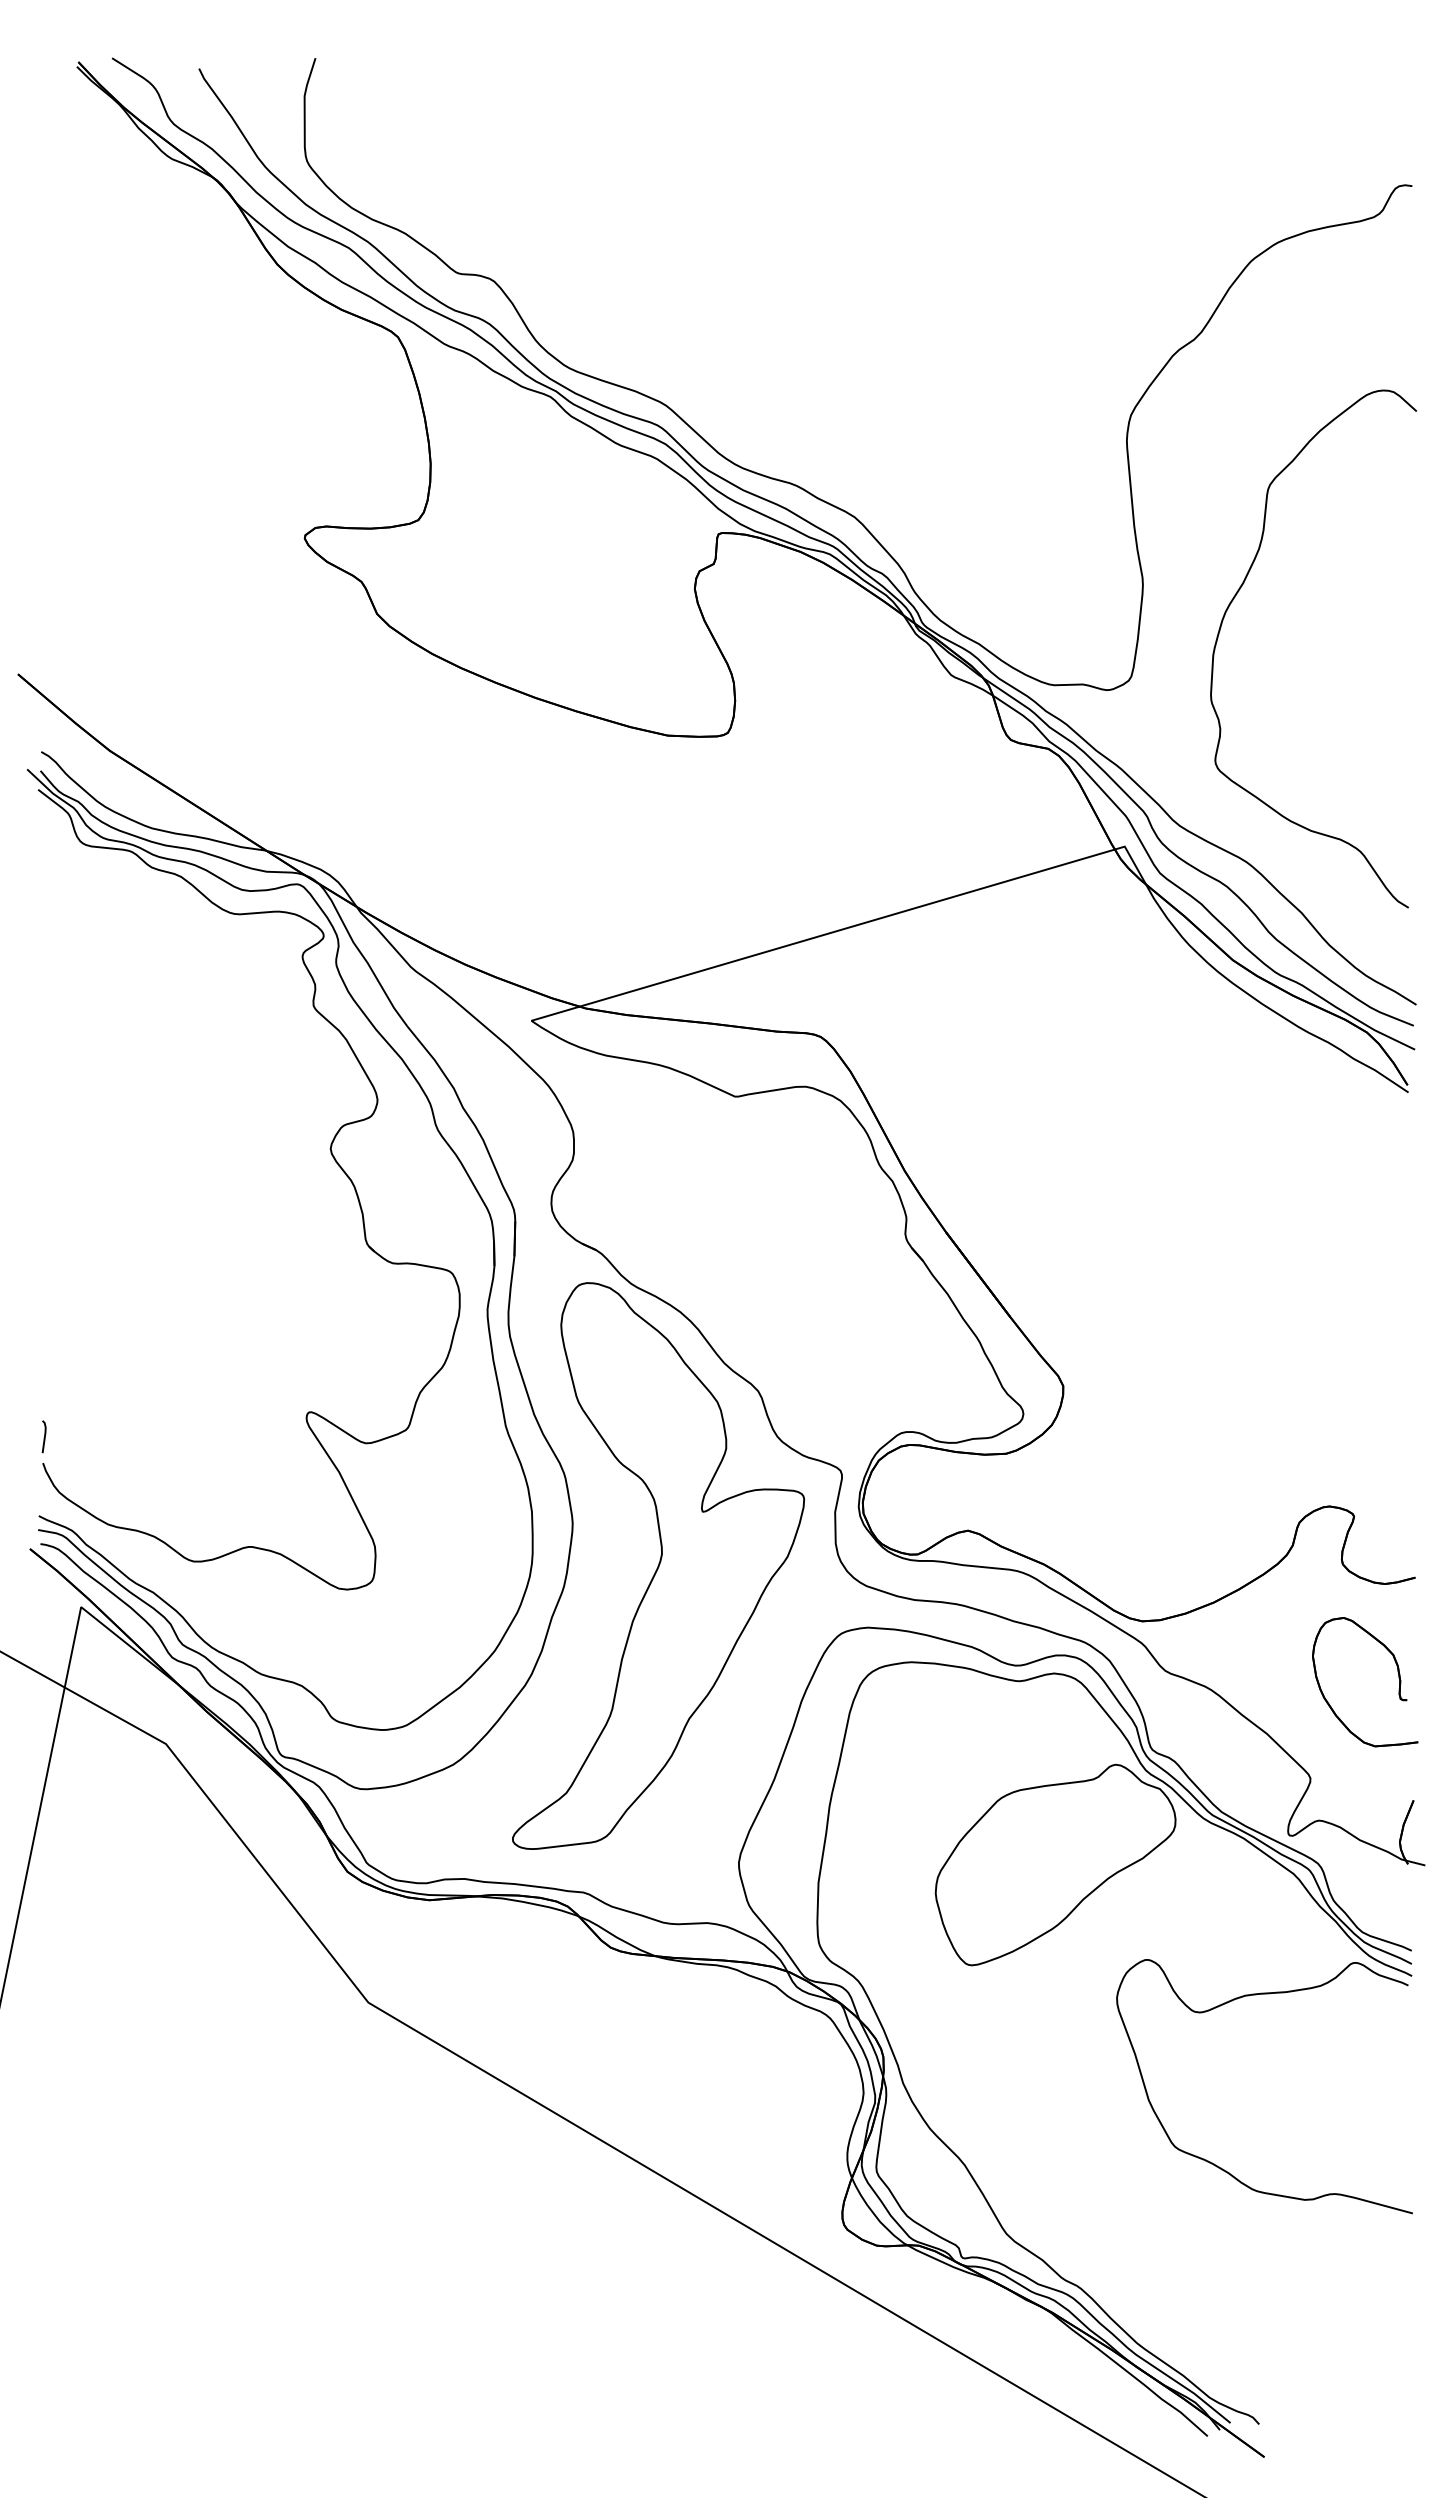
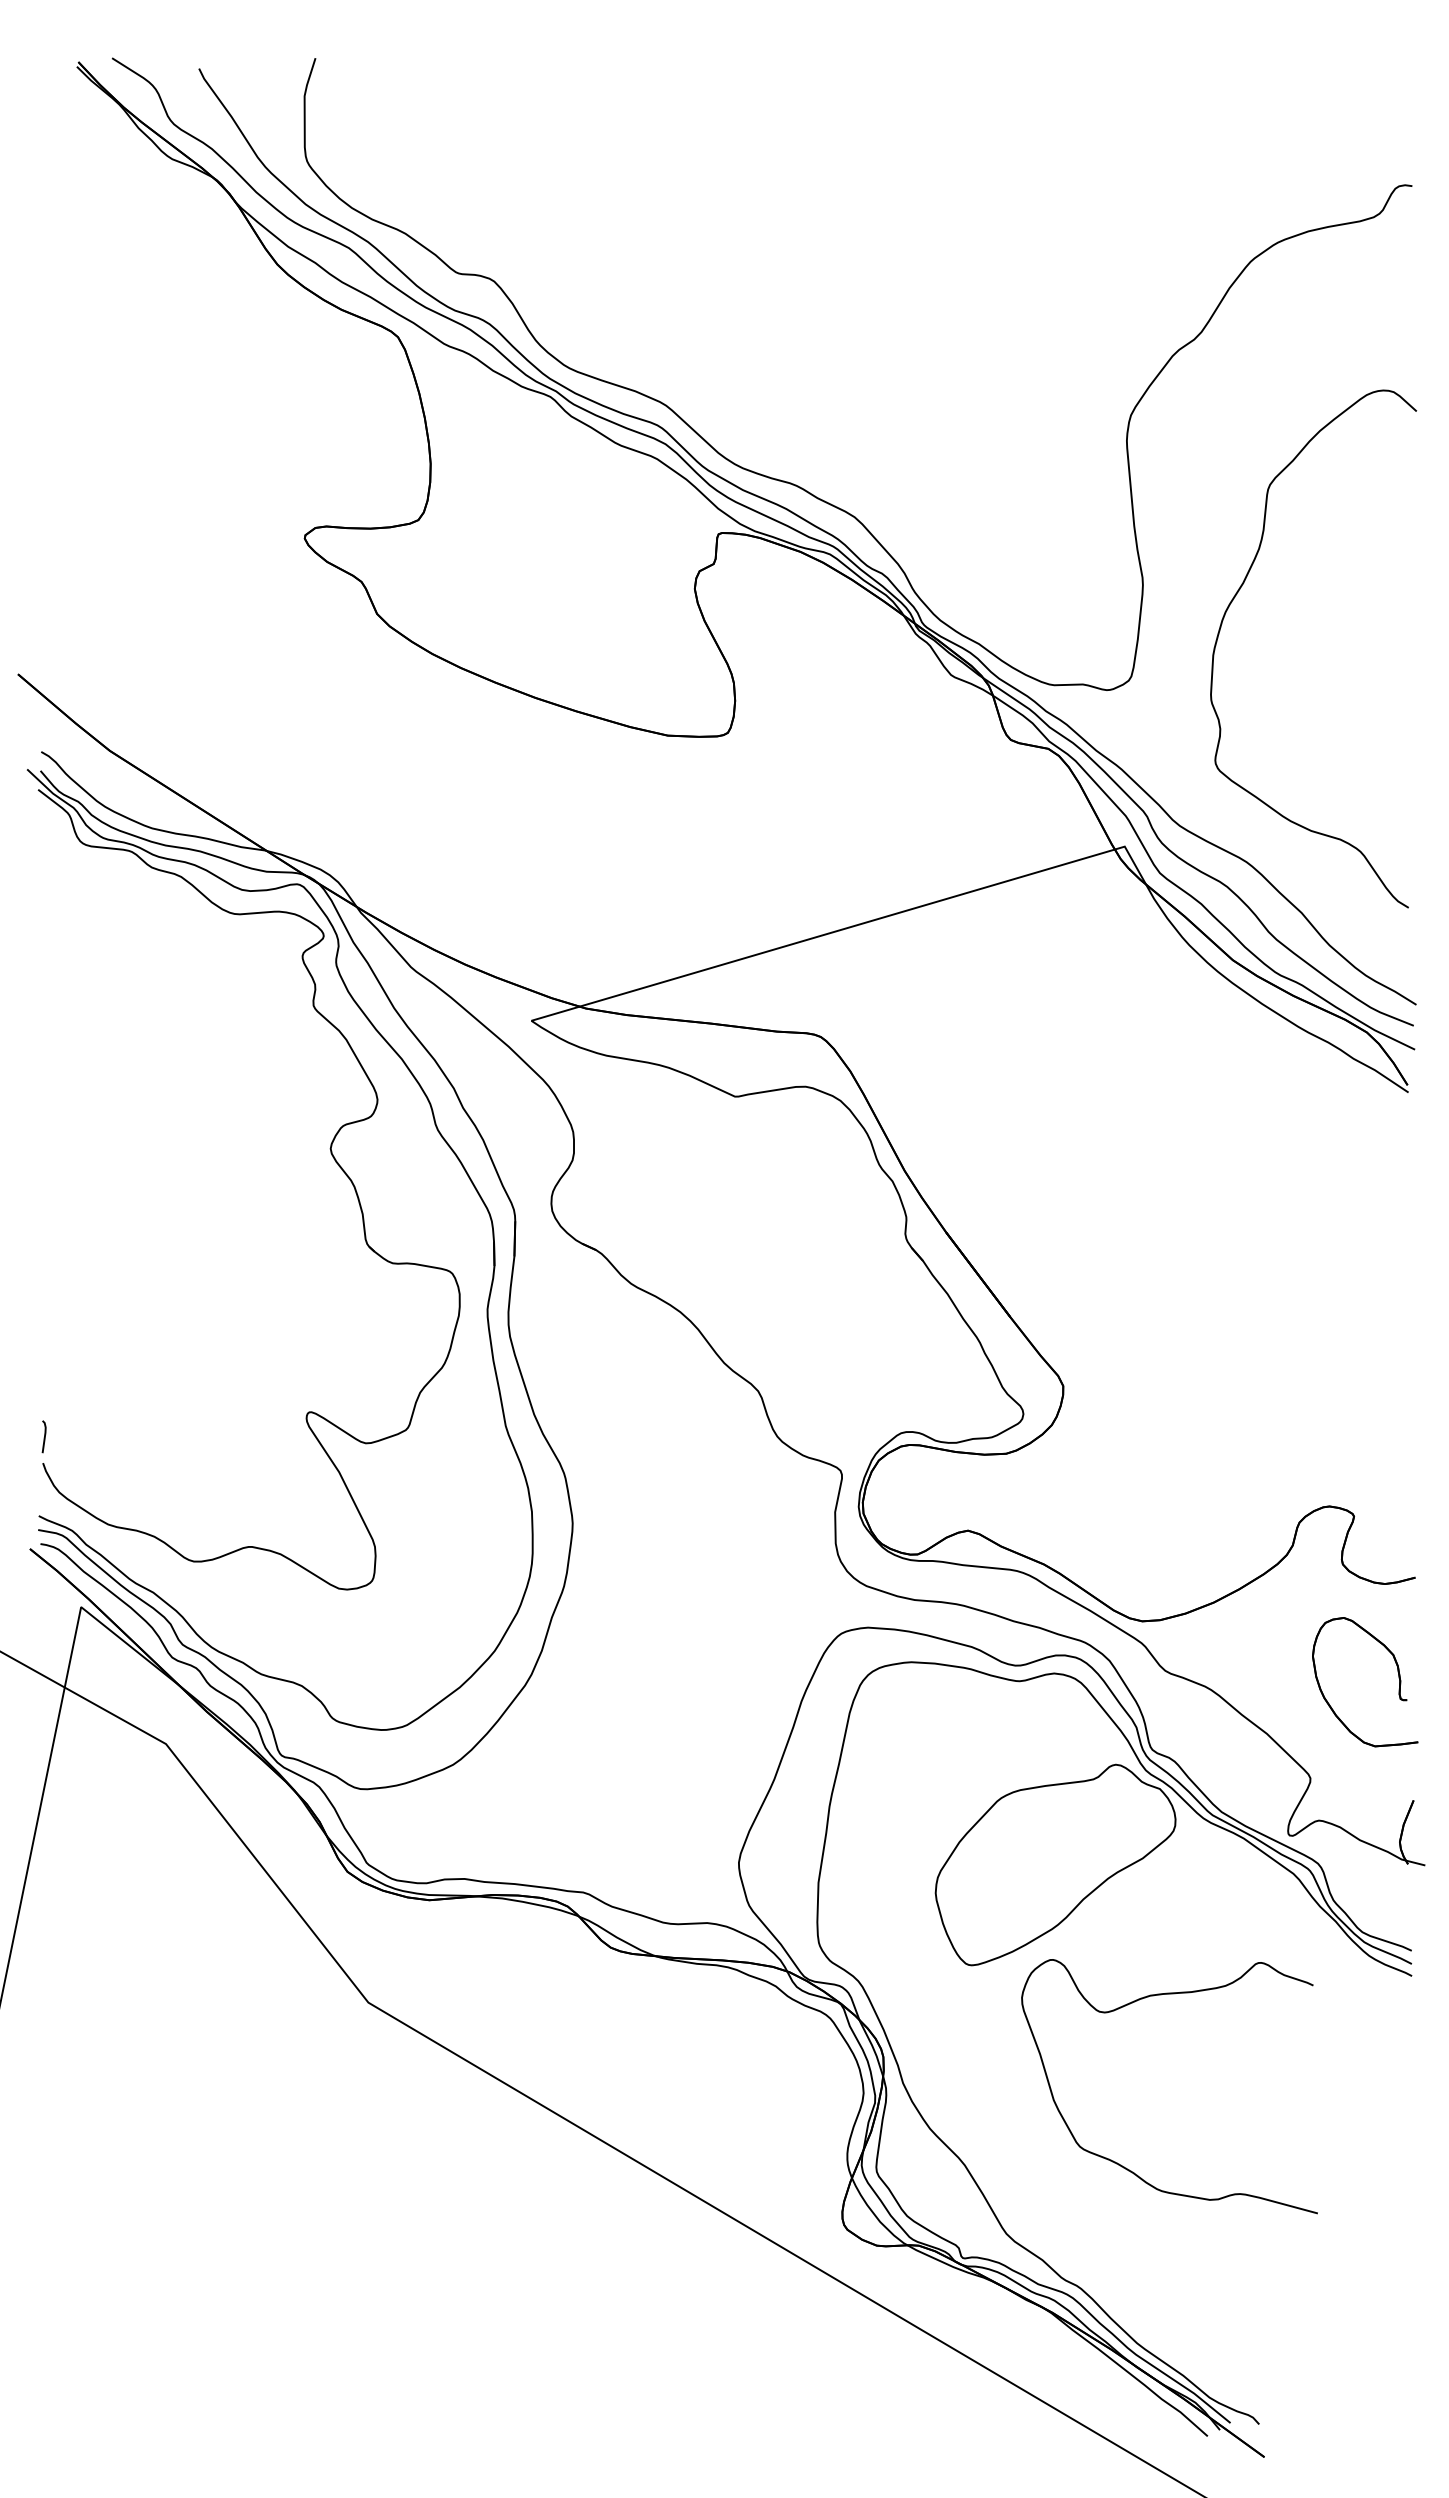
part at (658, 1565): present -> none
curve at (1223, 2005) position: (1223, 2005) -> (1128, 2005)
